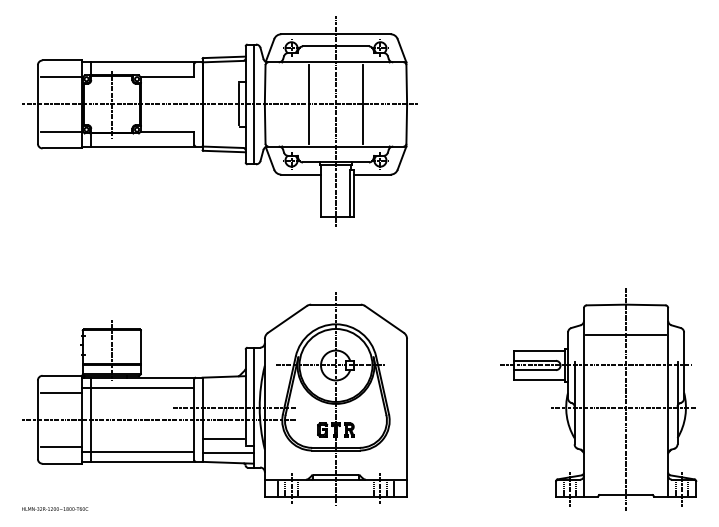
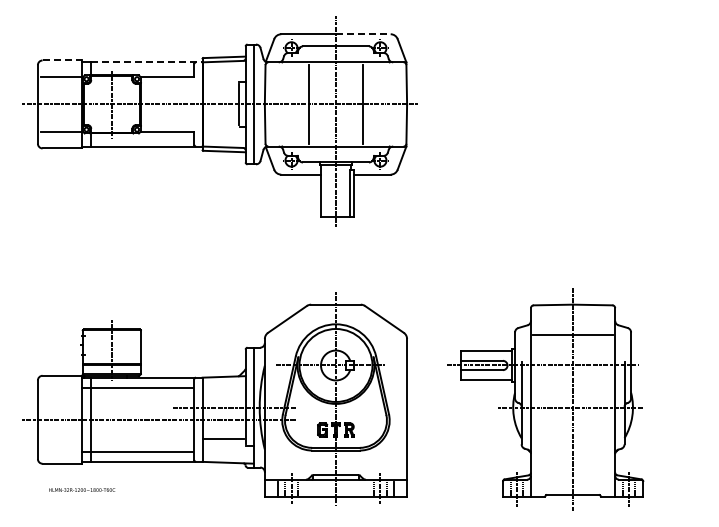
line at (363, 34): solid -> dashed
line at (62, 60): solid -> dashed
line at (146, 62): solid -> dashed
line at (61, 392): present -> none
part at (598, 399) position: (598, 399) -> (545, 399)
line at (61, 446): present -> none
line at (227, 453): present -> none
text at (55, 508) position: (55, 508) -> (82, 489)
